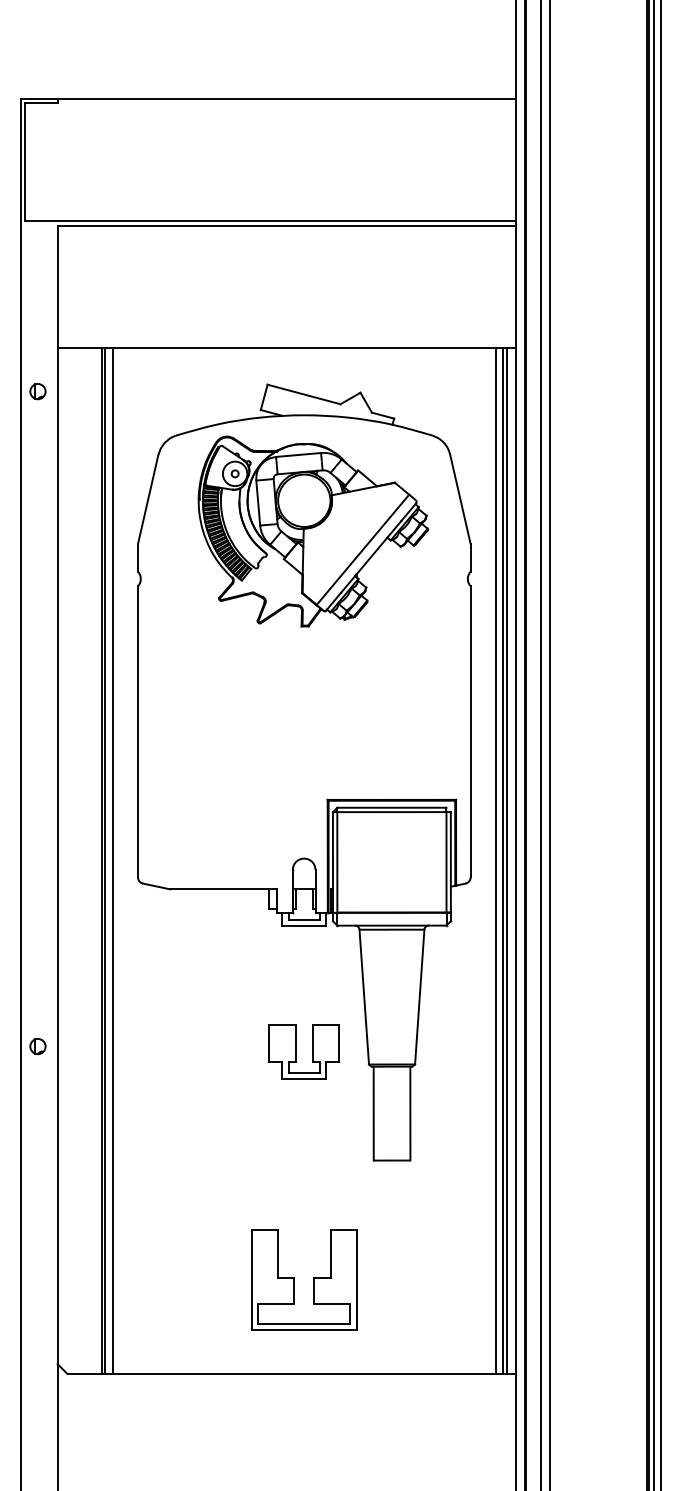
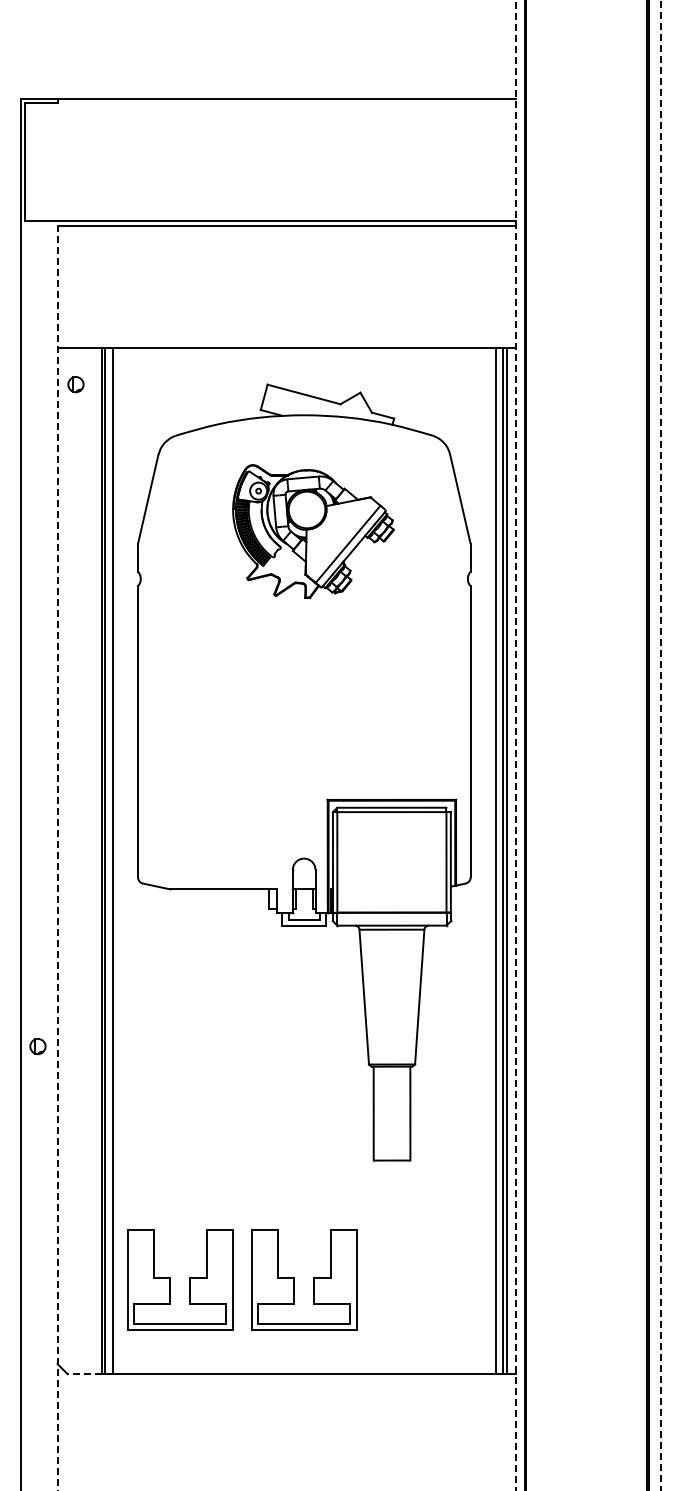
part at (37, 391) position: (37, 391) -> (75, 384)
part at (313, 531) size: 233x193 px -> 163x135 px
line at (541, 744): present -> none
line at (549, 744): present -> none
line at (653, 744): present -> none
line at (516, 745): solid -> dashed
line at (661, 745): solid -> dashed
line at (57, 857): solid -> dashed
part at (296, 1051): present -> none
part at (189, 1279): none -> present
line at (84, 1374): solid -> dashed
